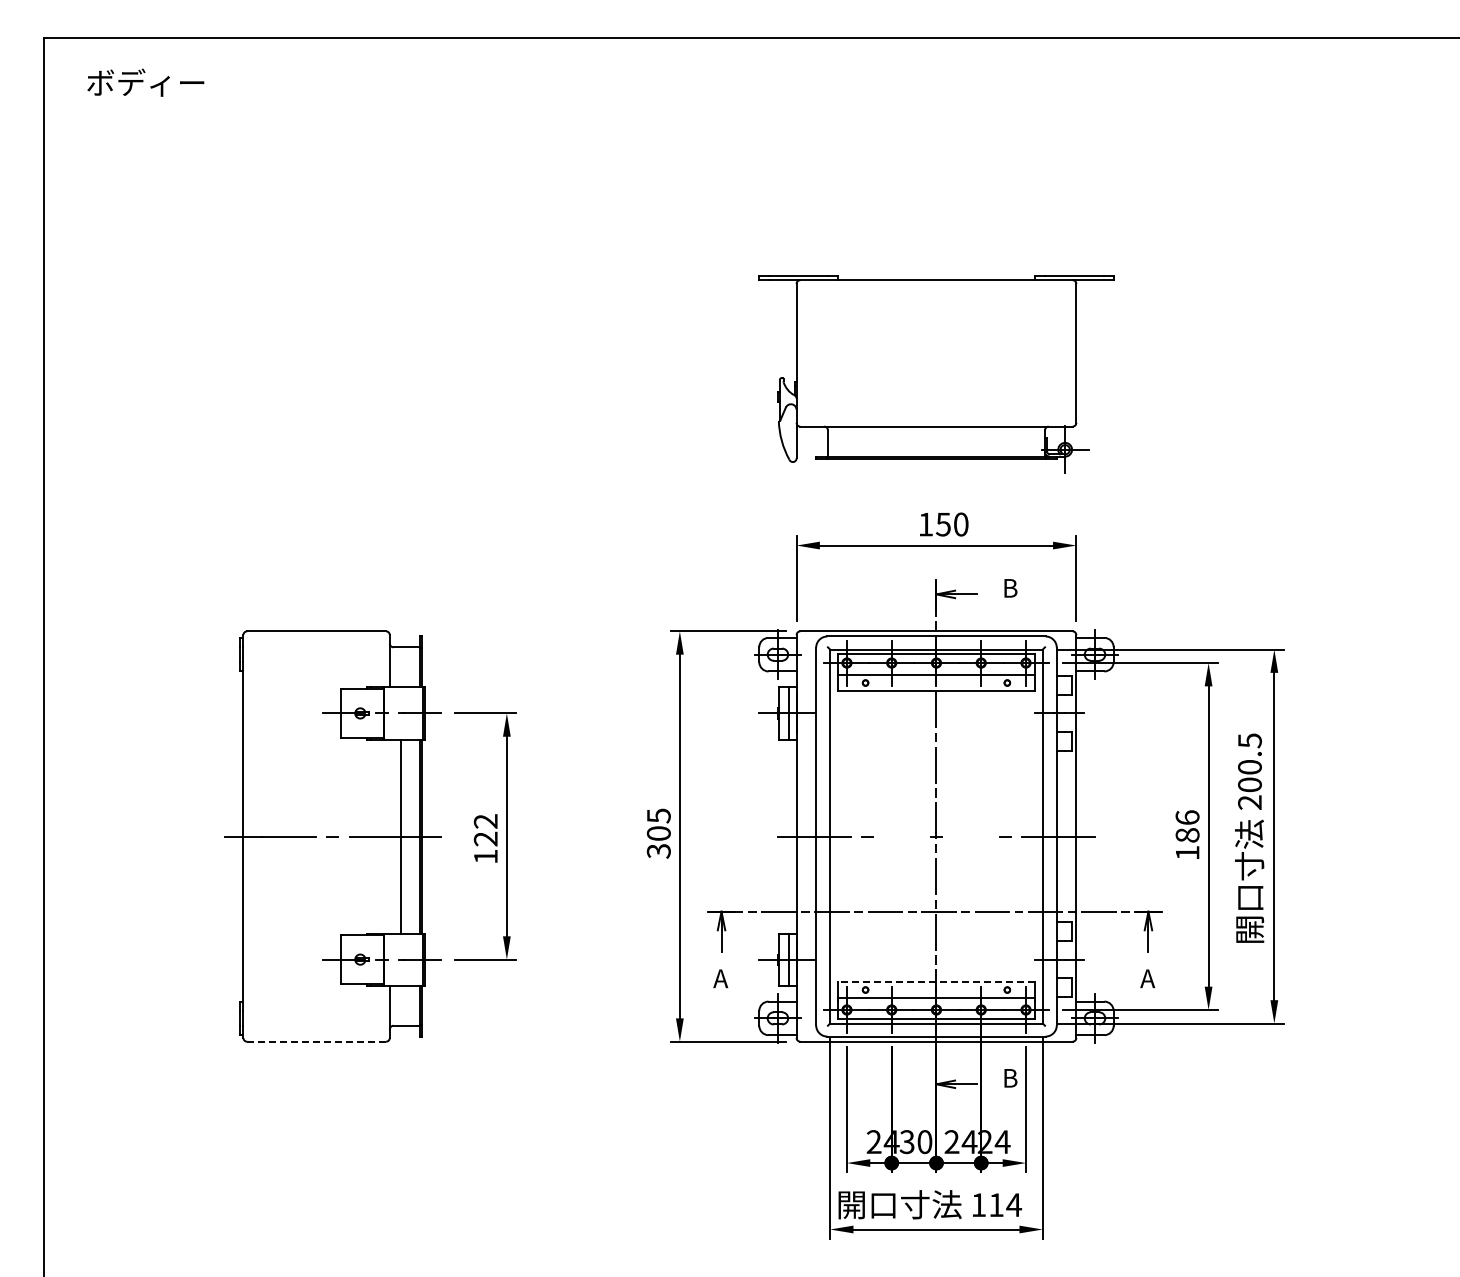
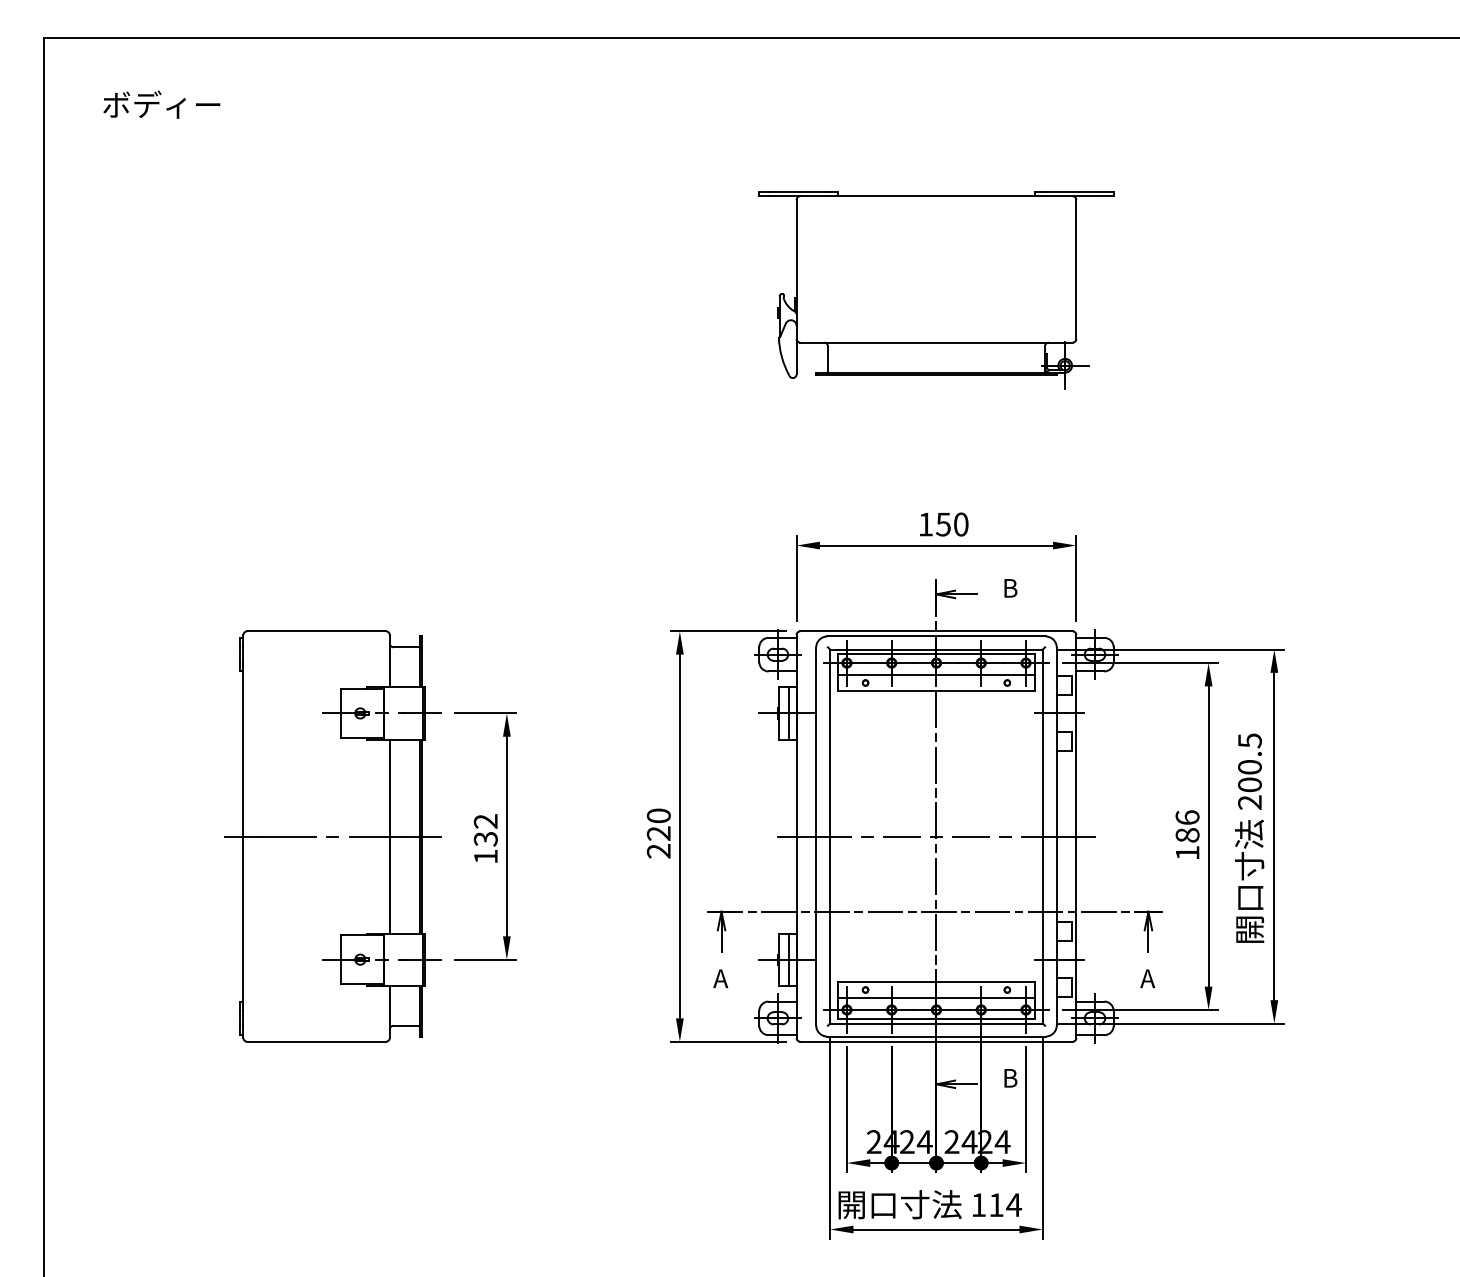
text at (145, 82) position: (145, 82) -> (161, 104)
part at (936, 374) position: (936, 374) -> (936, 290)
text at (658, 833): 305 -> 220
line at (400, 836) position: (400, 836) -> (389, 836)
line at (901, 836): none -> present
line at (970, 836): none -> present
text at (485, 838): 122 -> 132
line at (936, 982): dashed -> solid
line at (317, 1041): dashed -> solid
text at (915, 1142): 30 -> 24
